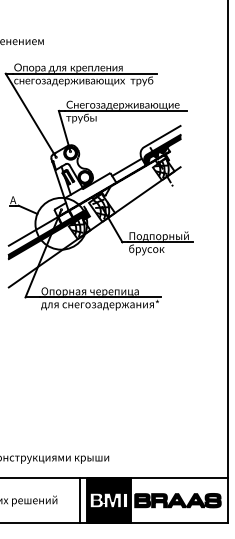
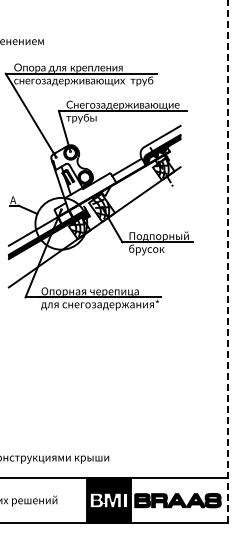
line at (227, 260): solid -> dashed
line at (80, 500): present -> none
